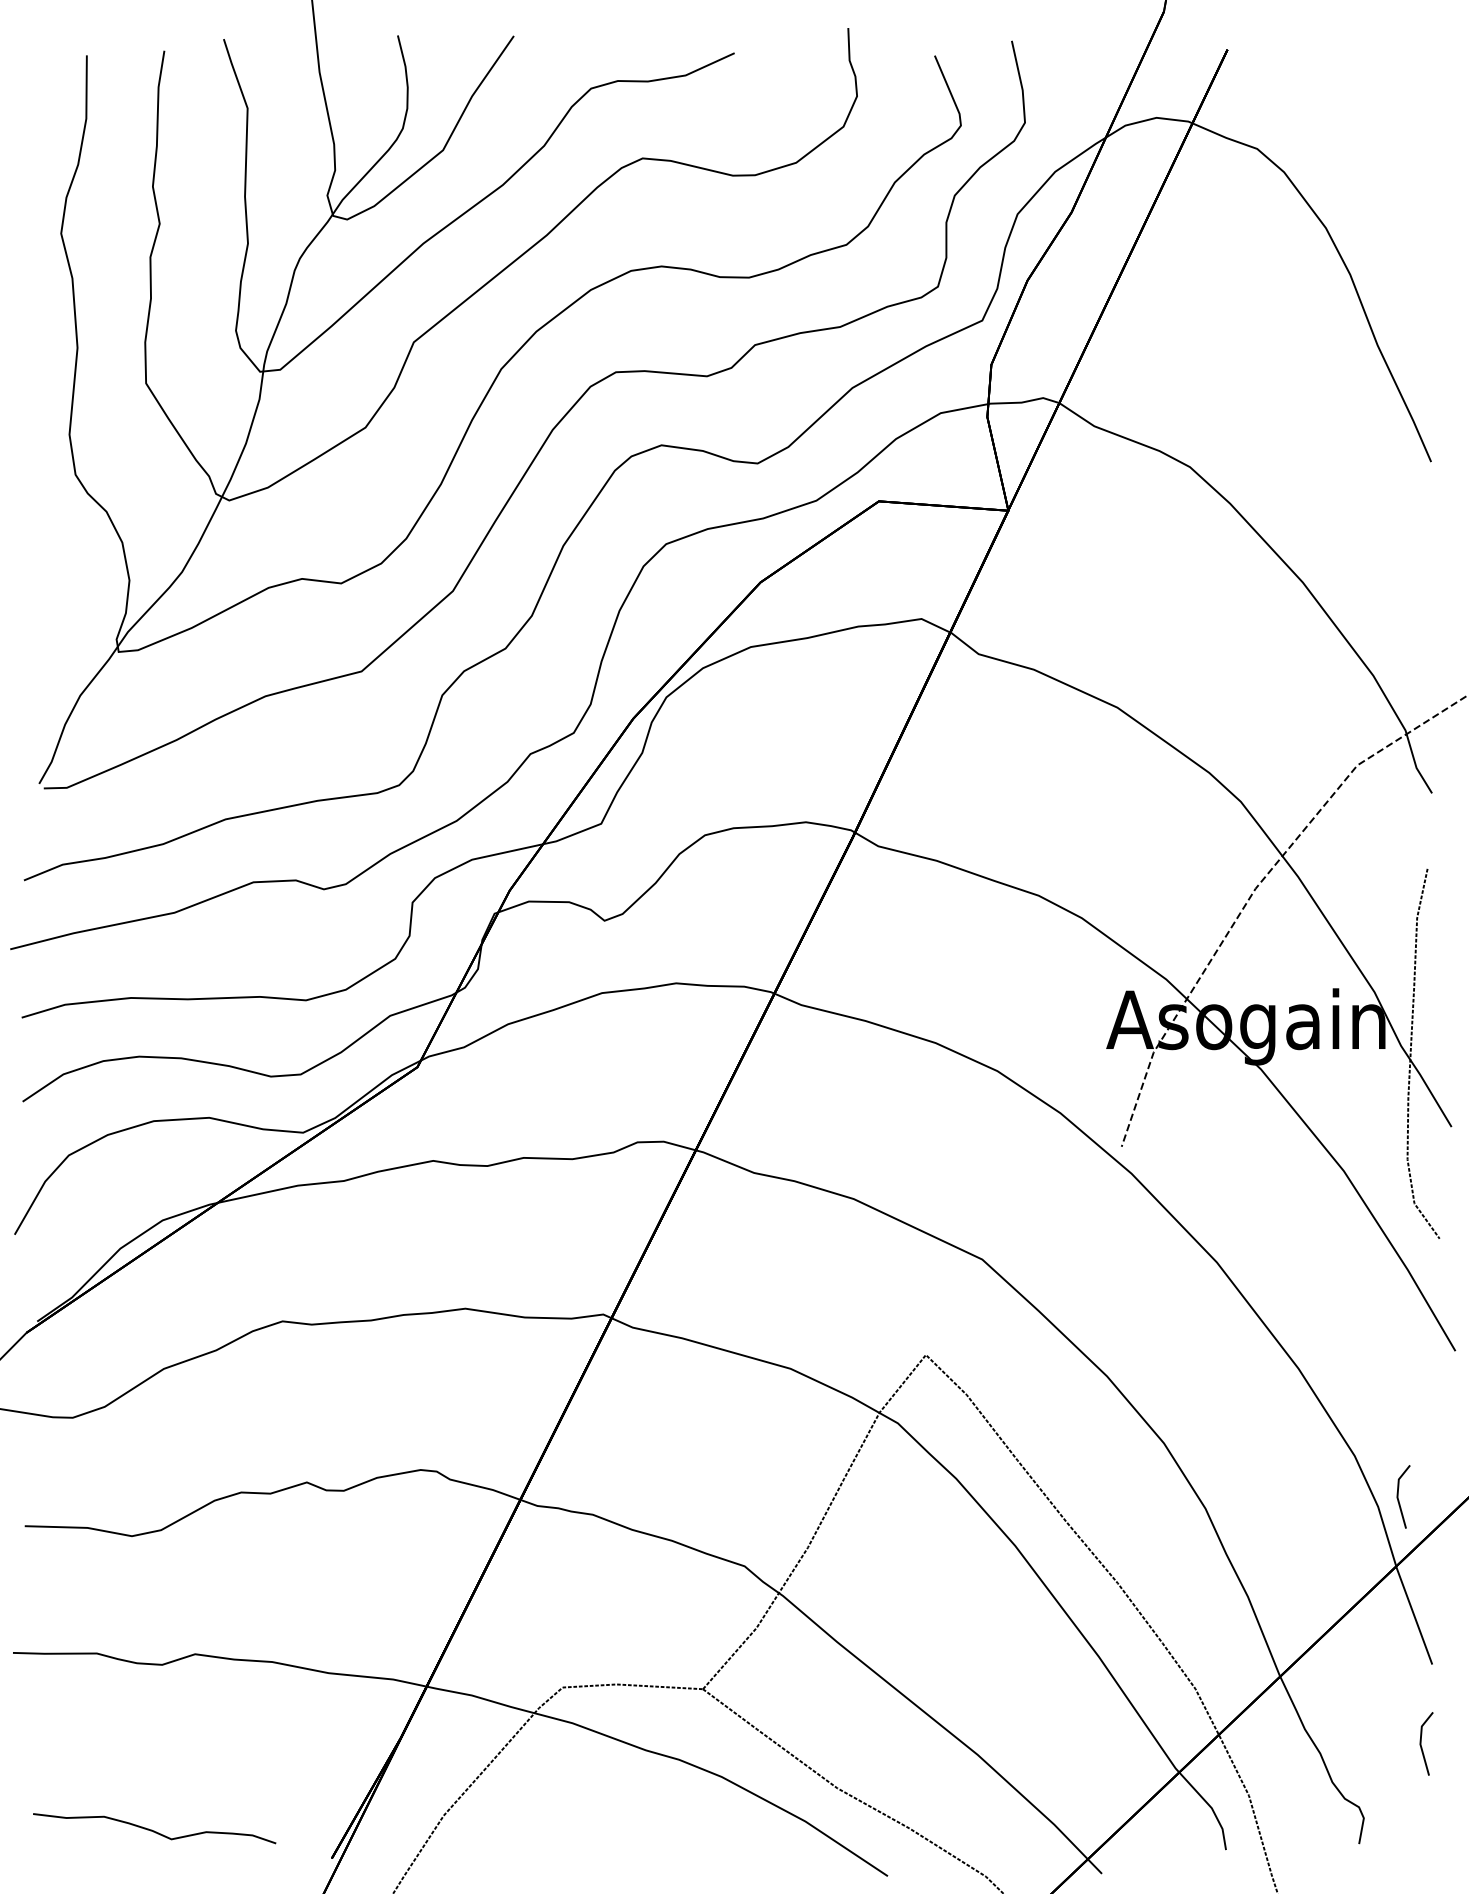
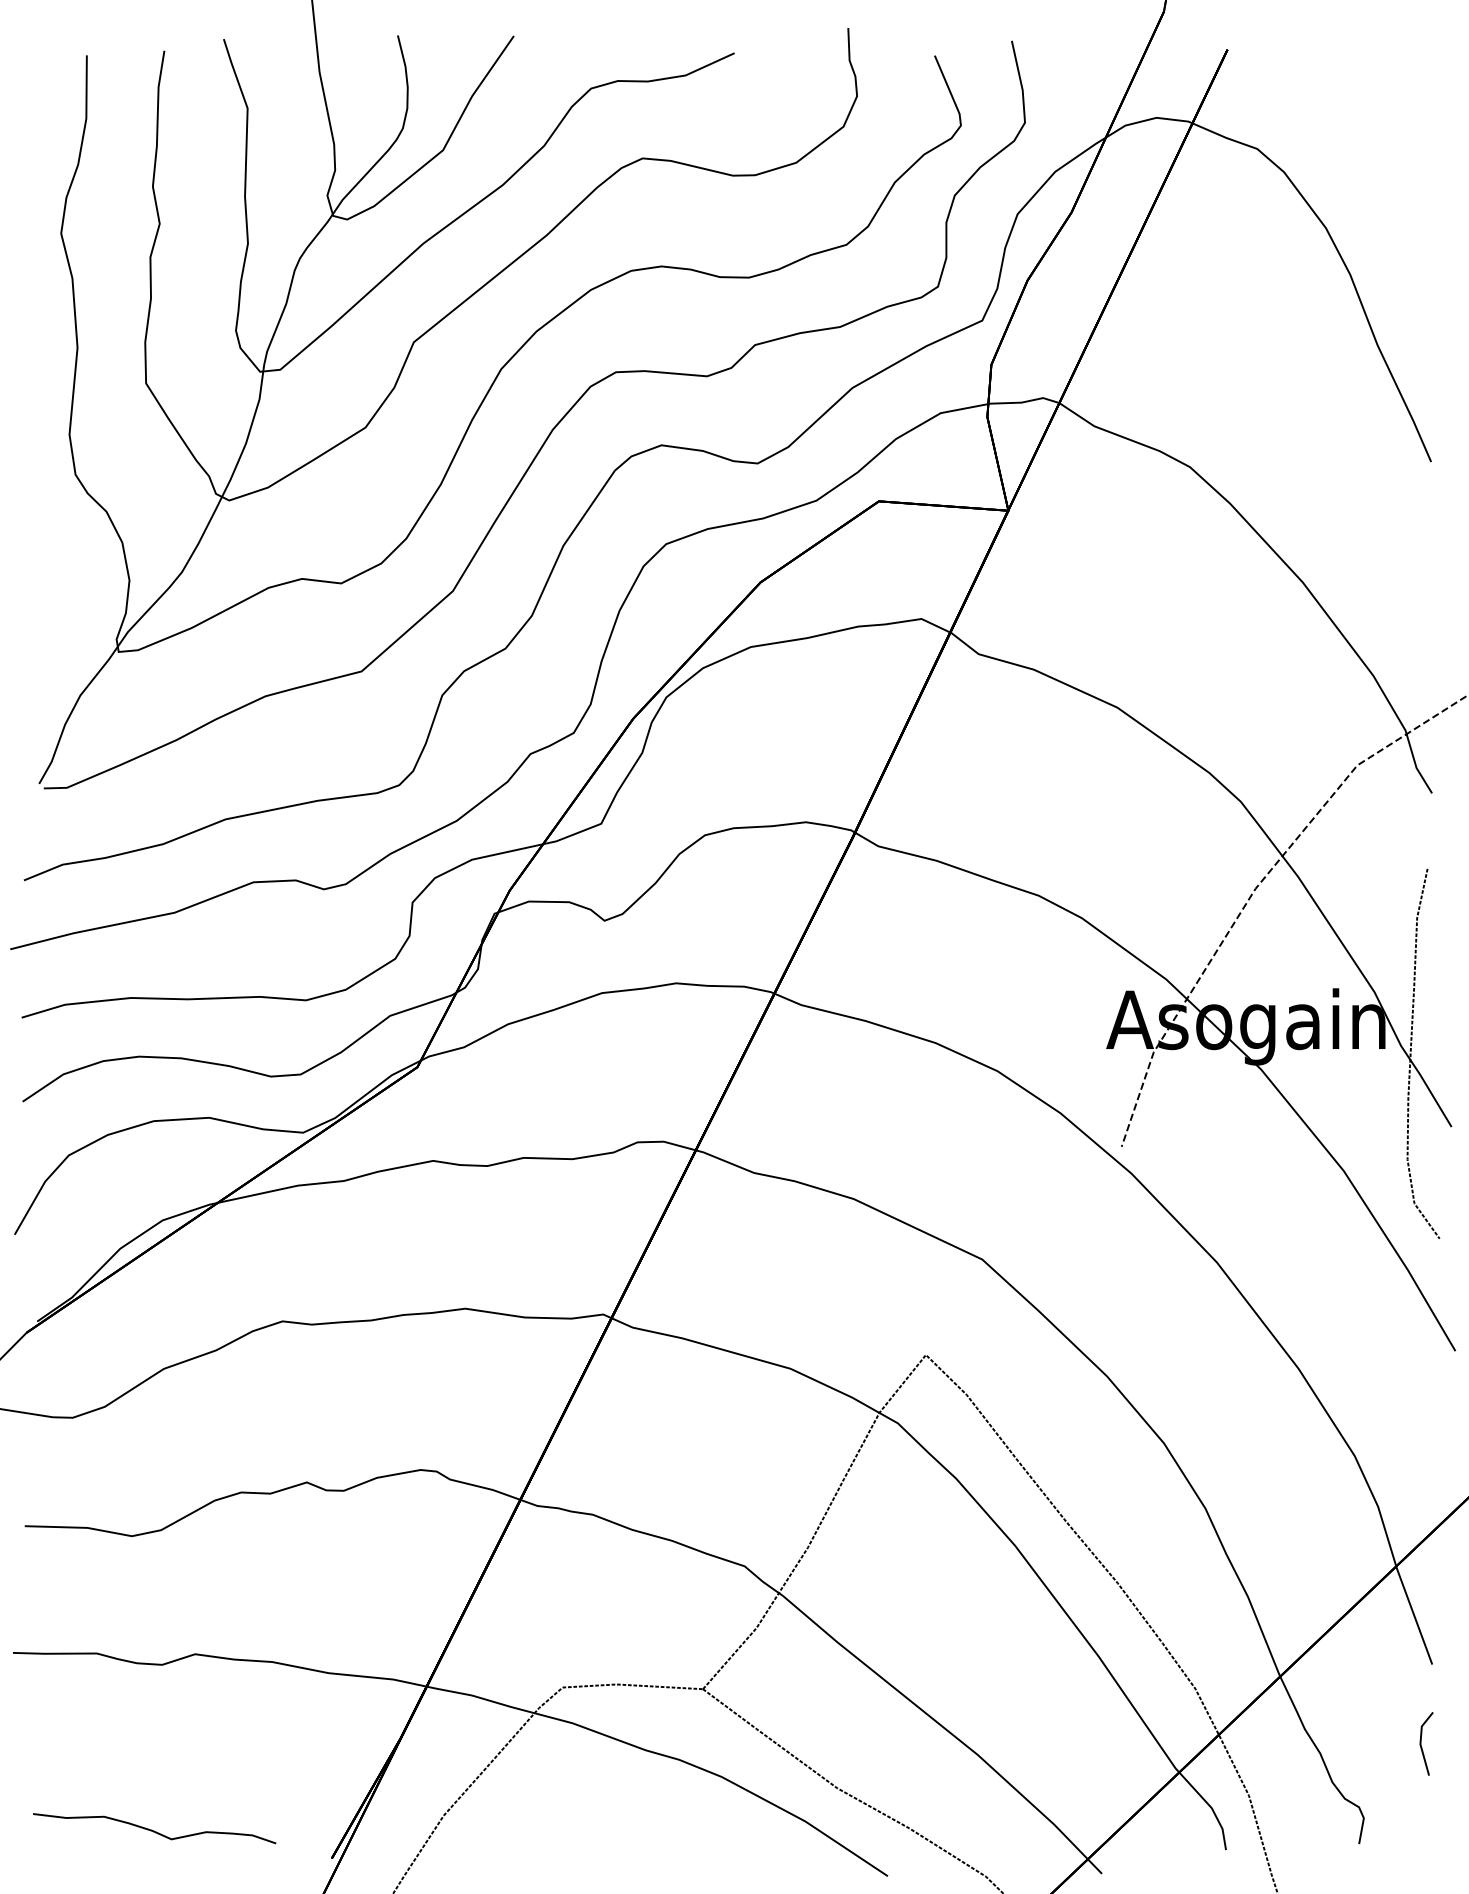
line at (1398, 1496): present -> none
